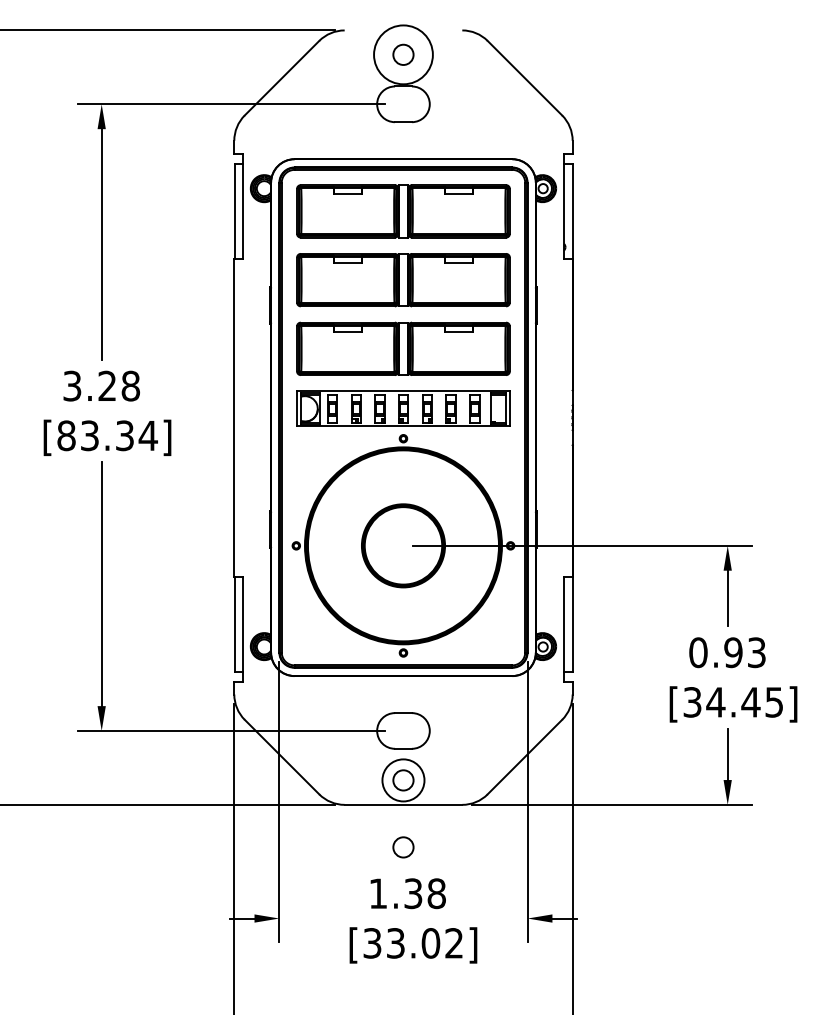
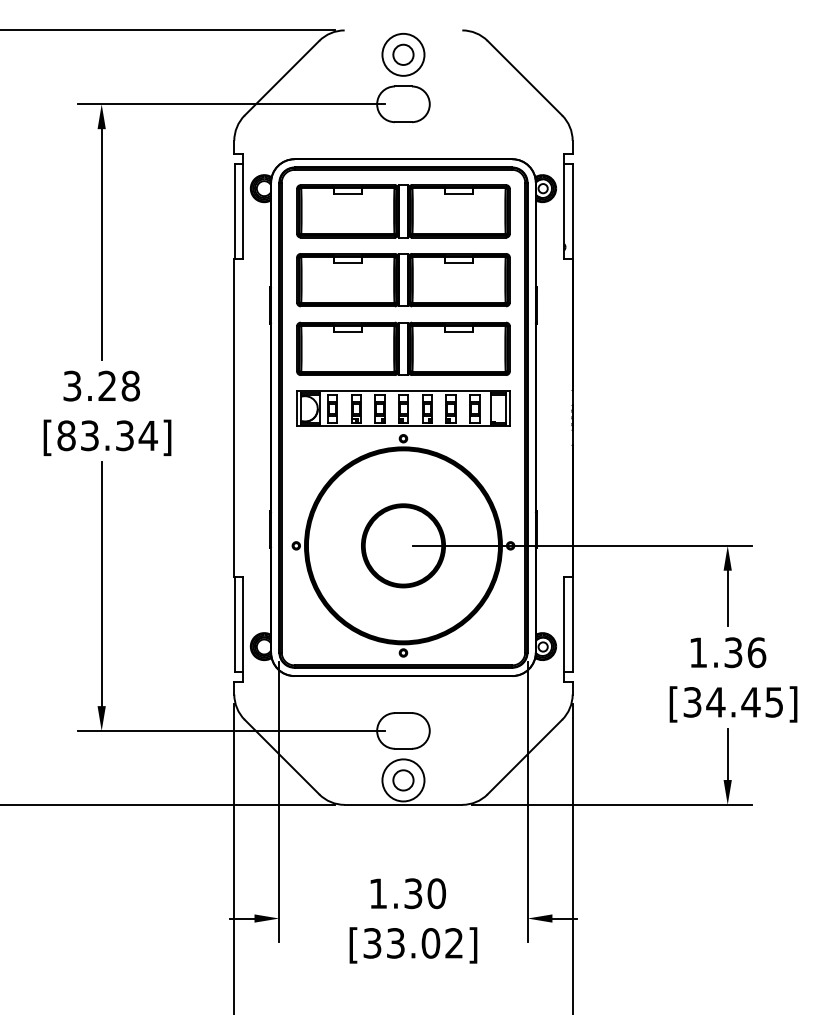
circle at (403, 54) diameter: 59 px -> 42 px
text at (727, 652): 0.93 -> 1.36
circle at (403, 847): present -> none
text at (436, 893): 1.38 -> 1.30
